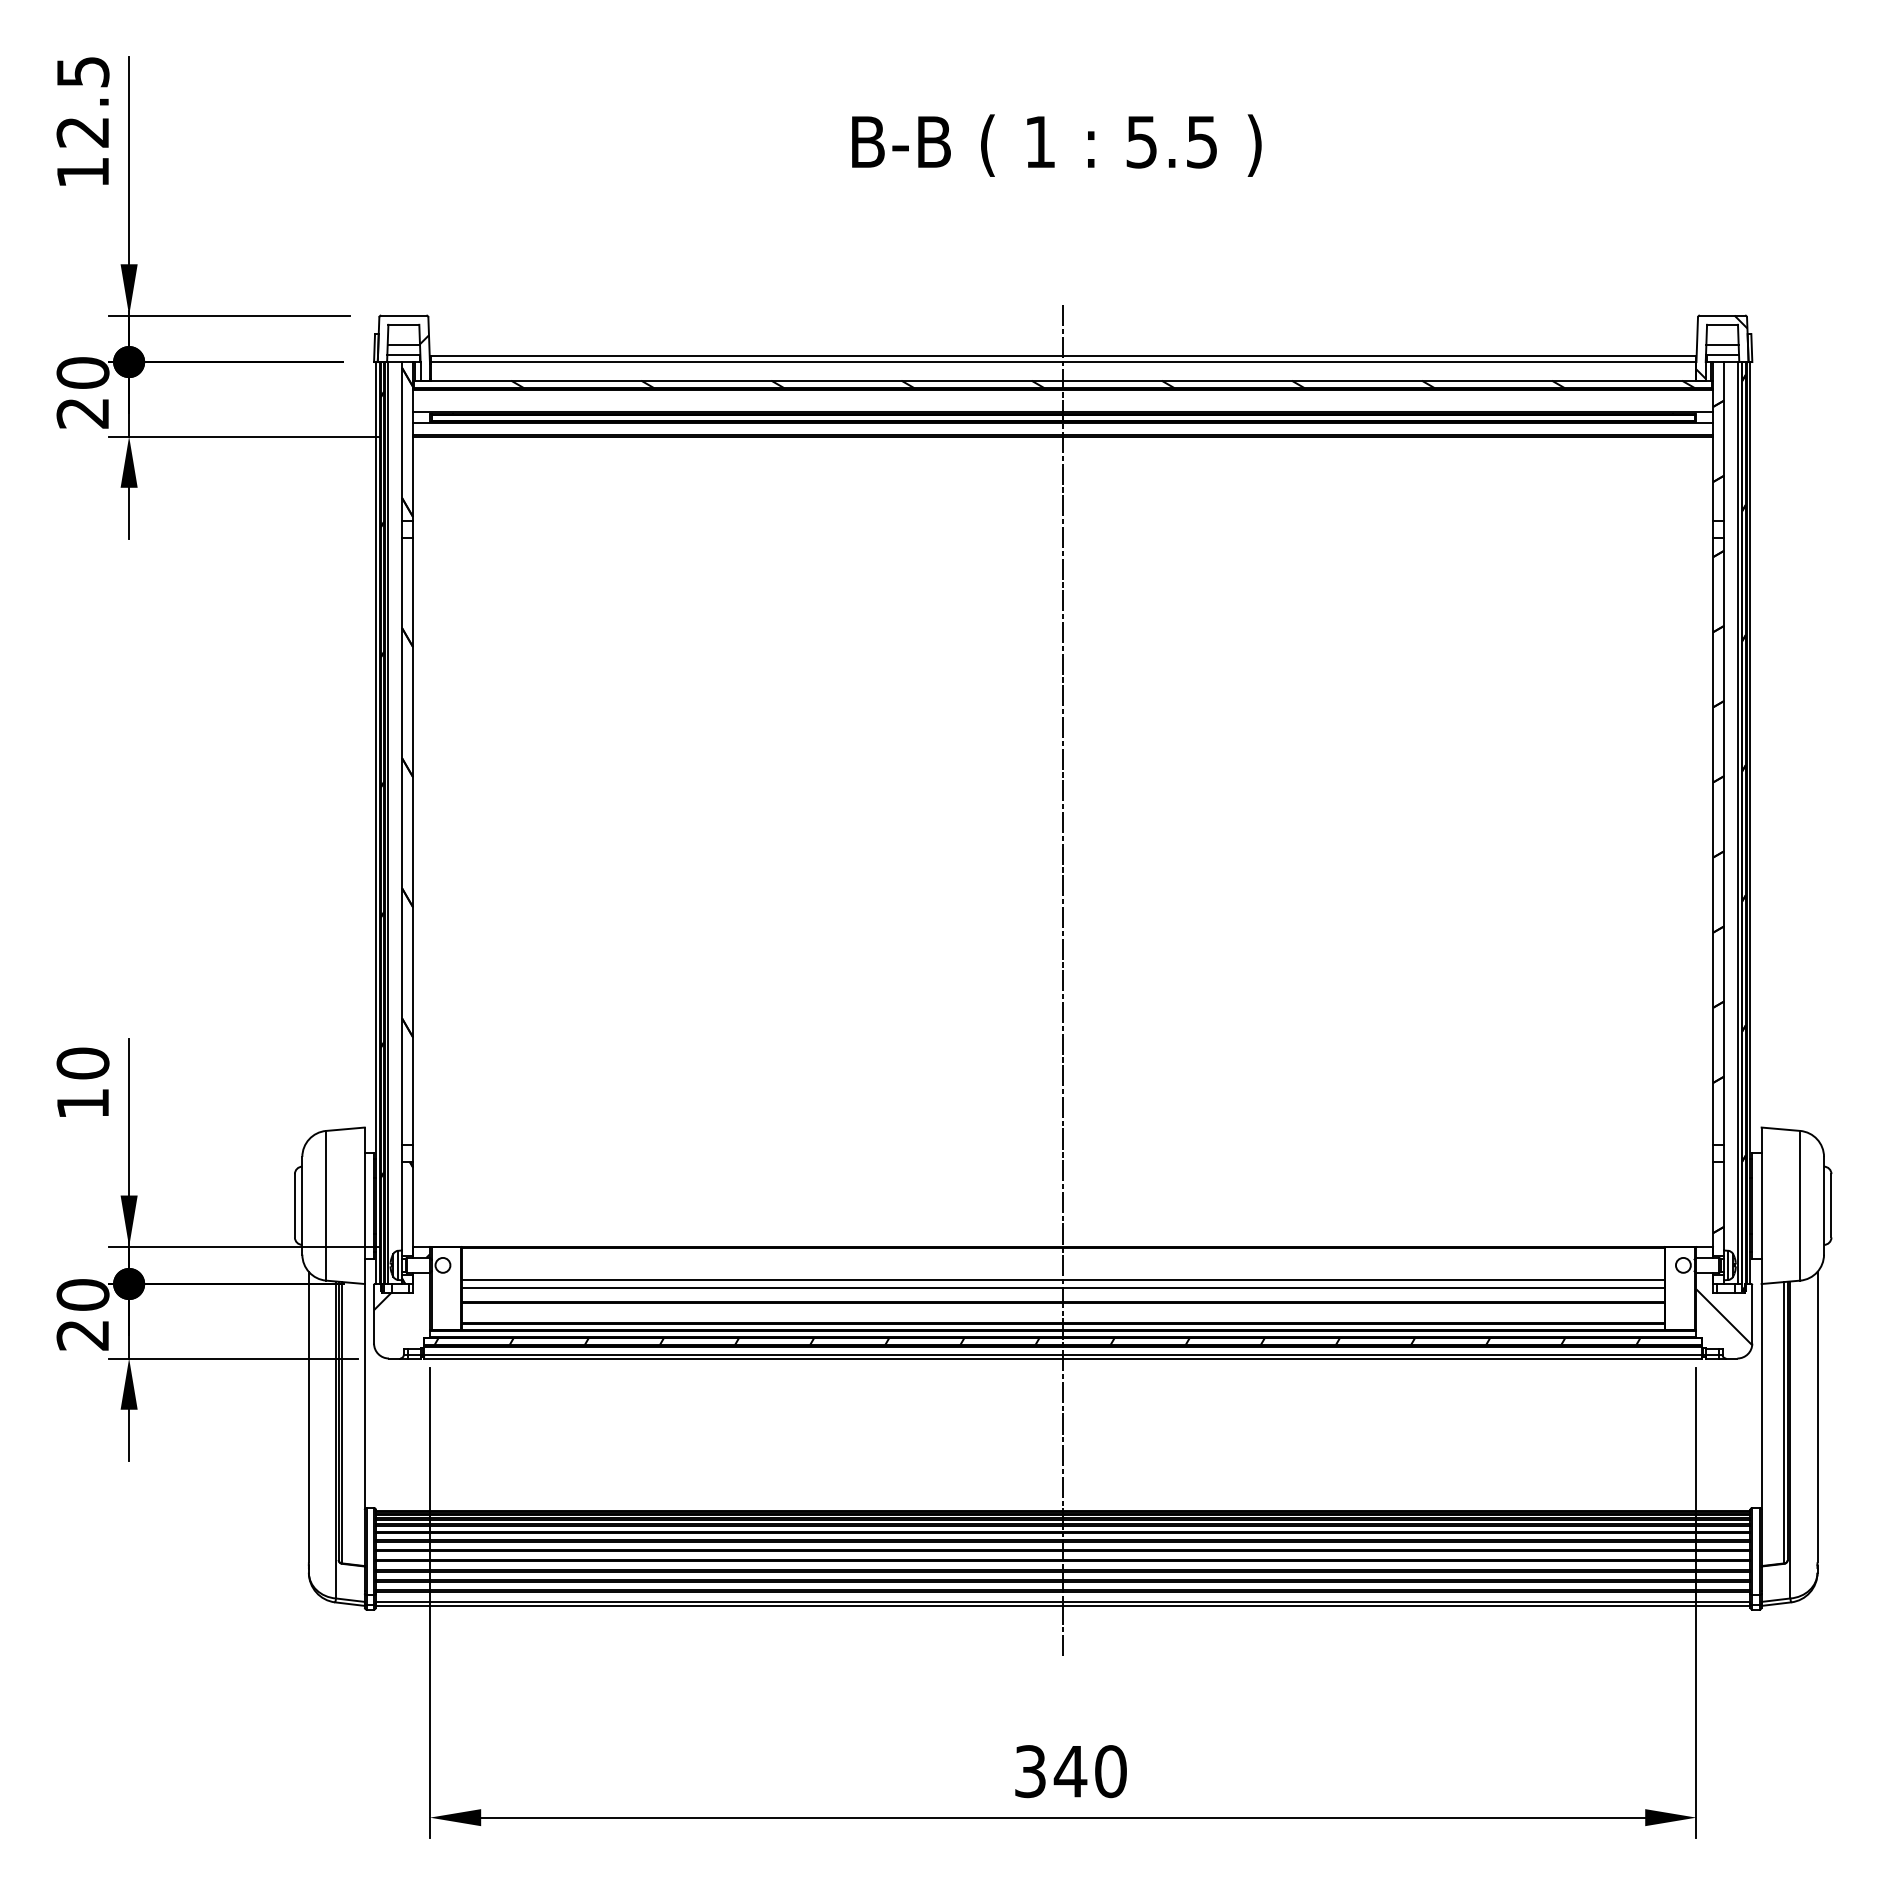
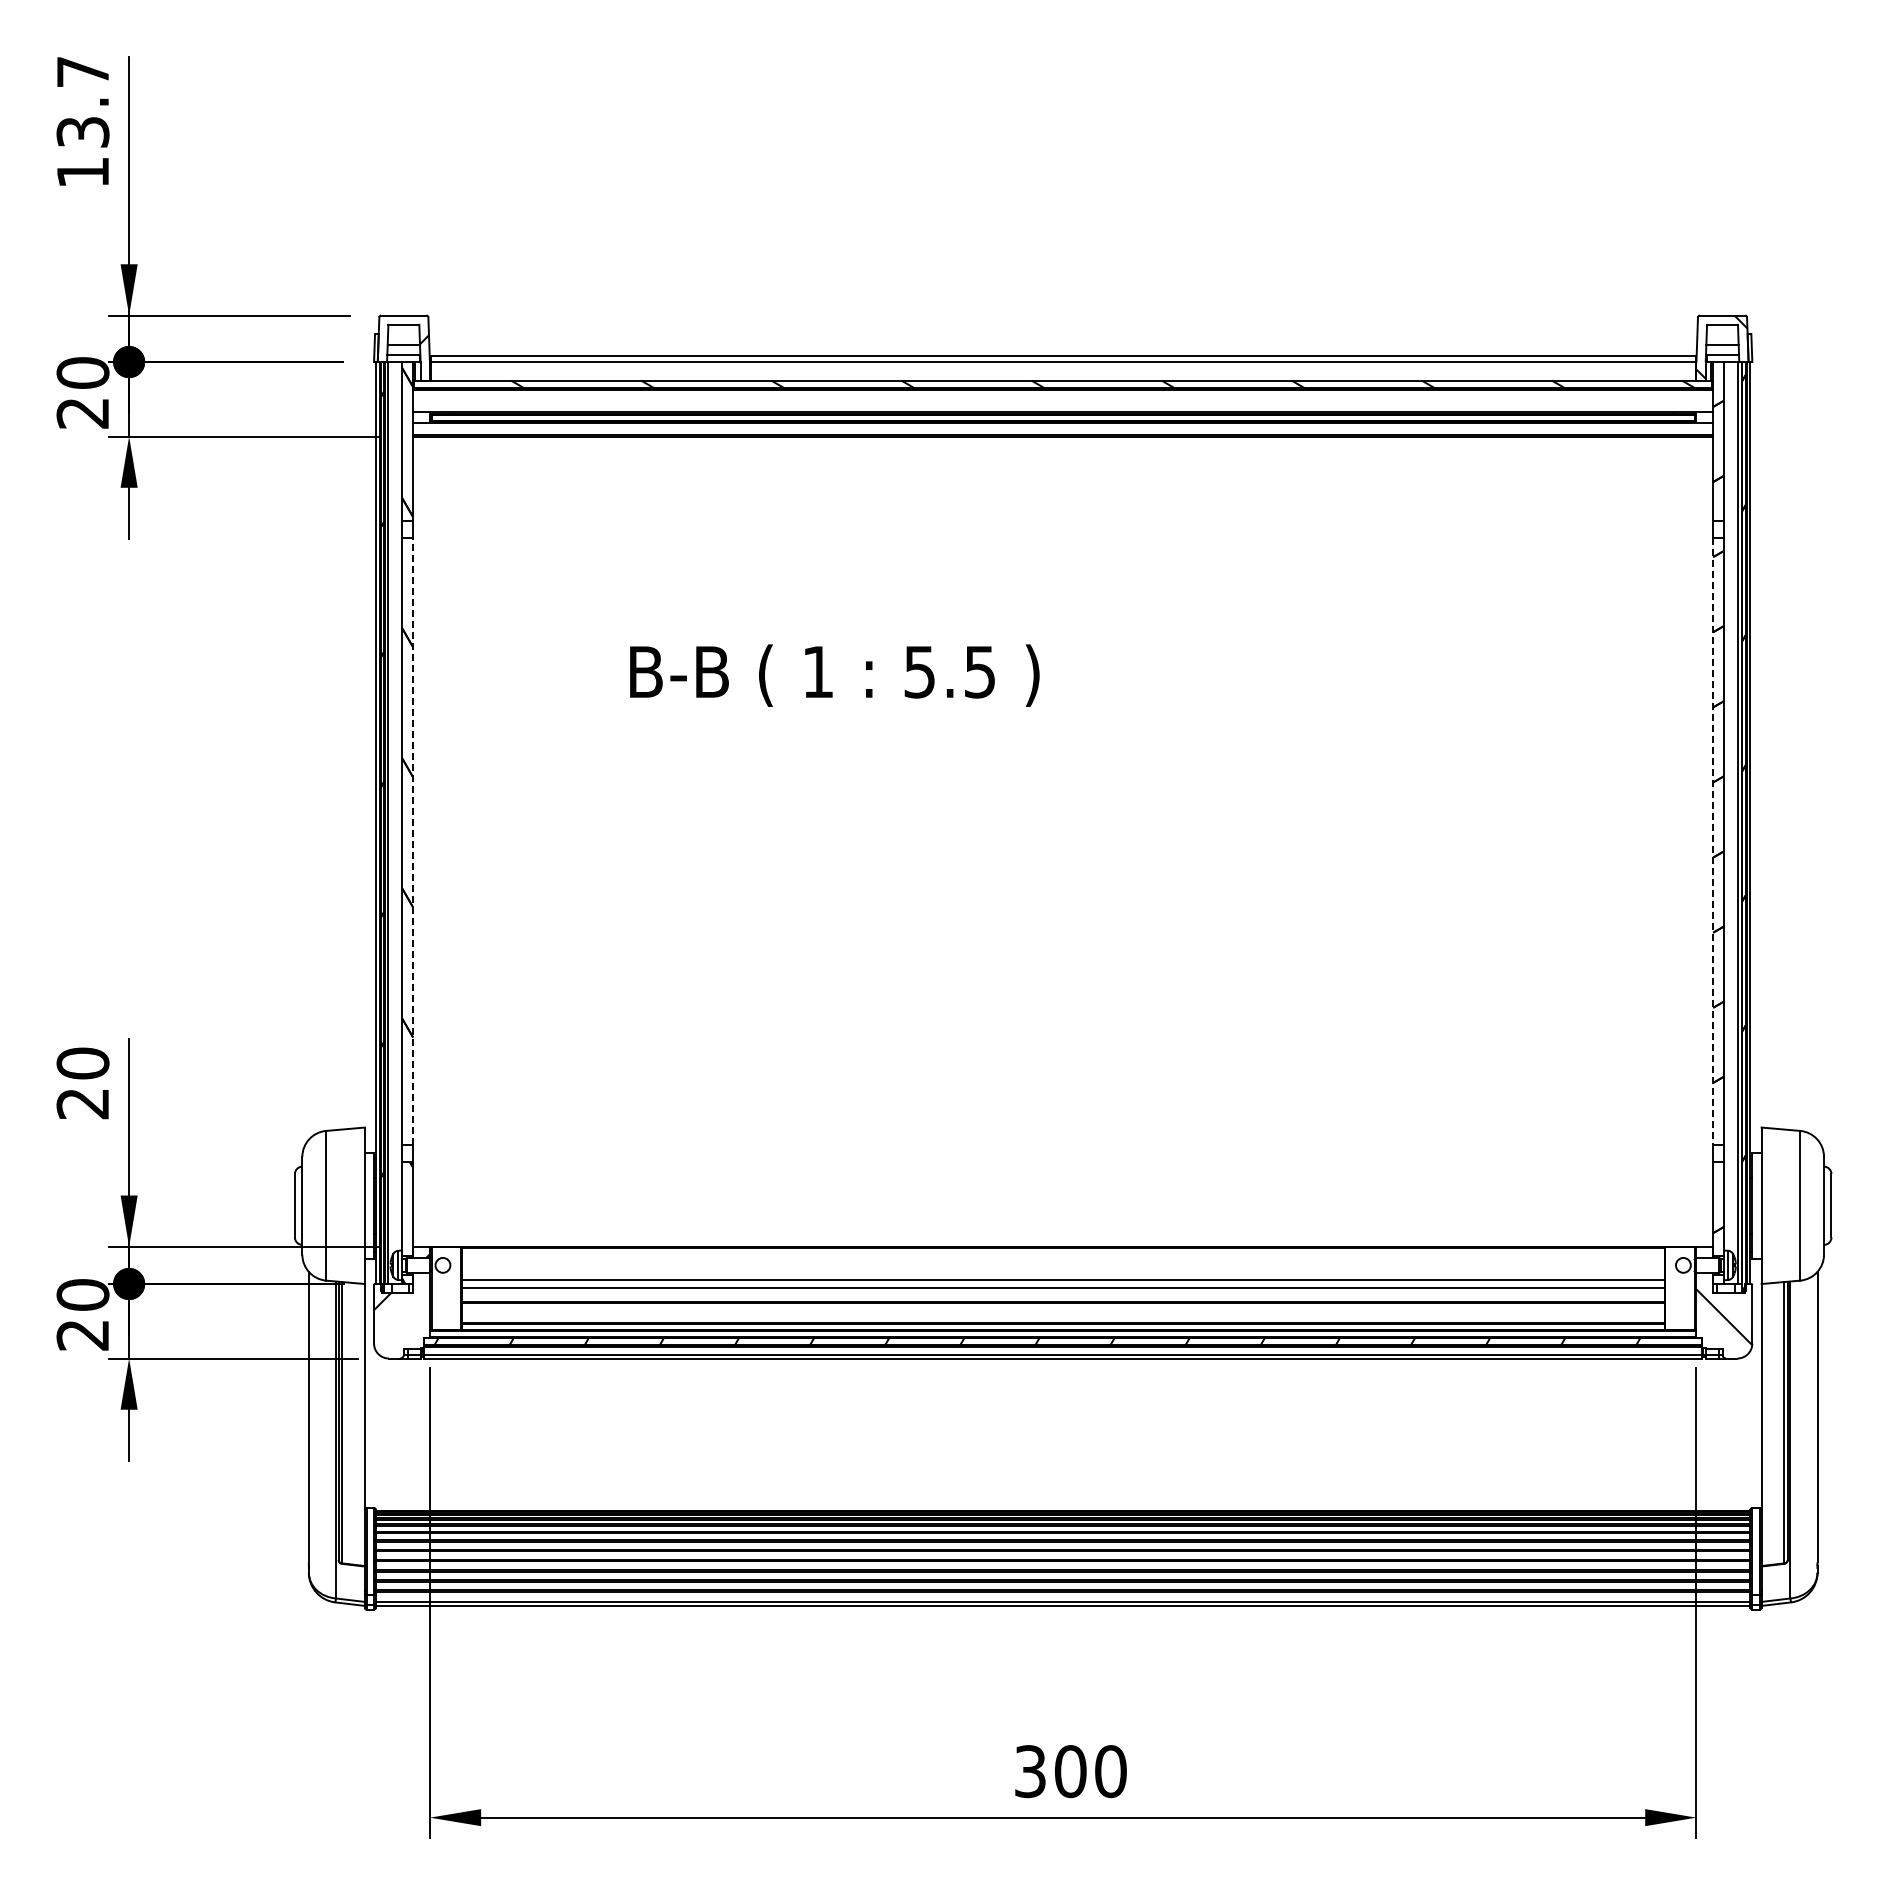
text at (82, 102): 12.5 -> 13.7
text at (1056, 145) position: (1056, 145) -> (834, 675)
line at (413, 841): solid -> dashed
line at (1713, 841): solid -> dashed
line at (1063, 981): present -> none
text at (82, 1104): 10 -> 20
text at (1070, 1771): 340 -> 300
